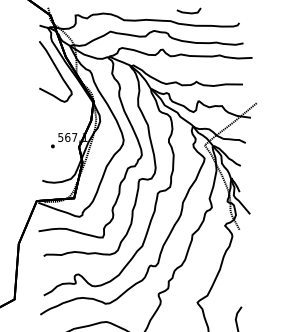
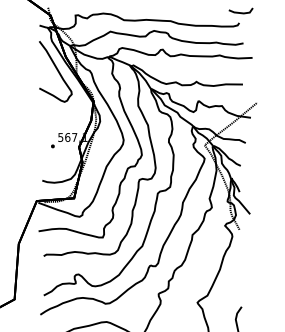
line at (188, 12) position: (188, 12) -> (240, 12)
